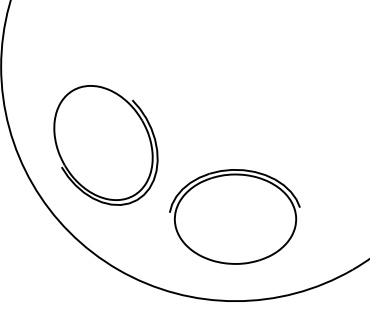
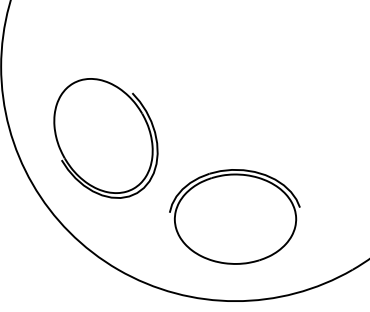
part at (105, 145) position: (105, 145) -> (105, 138)
